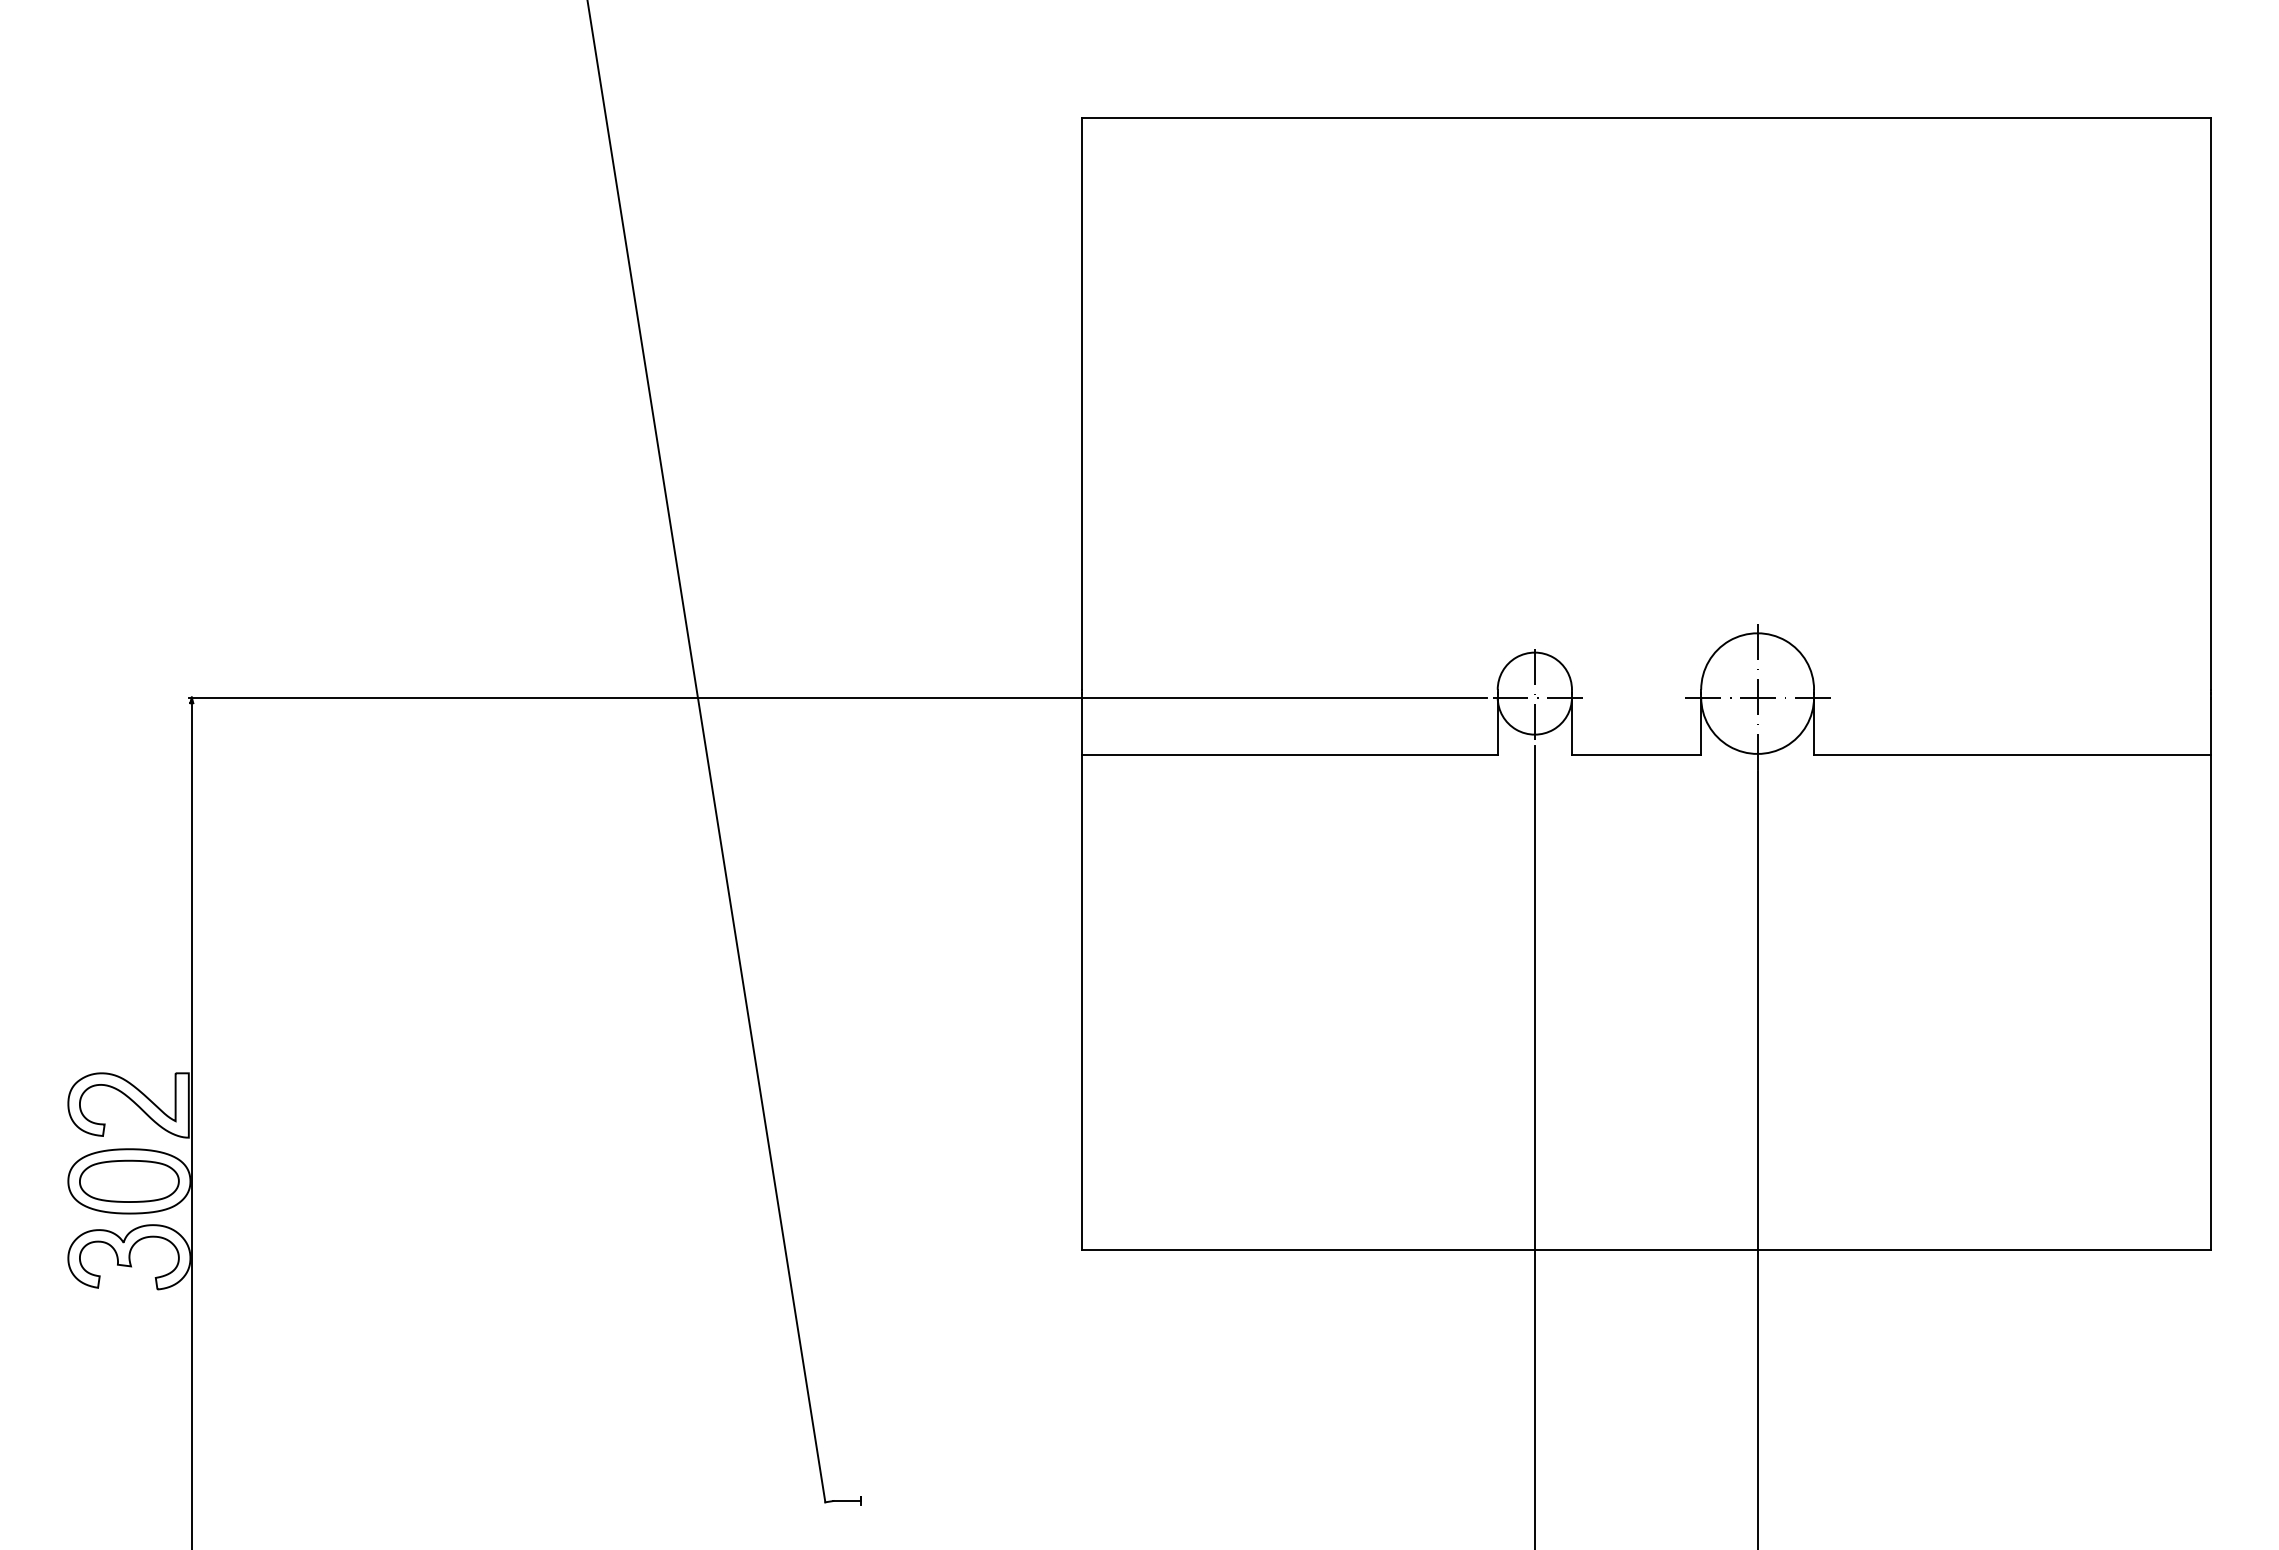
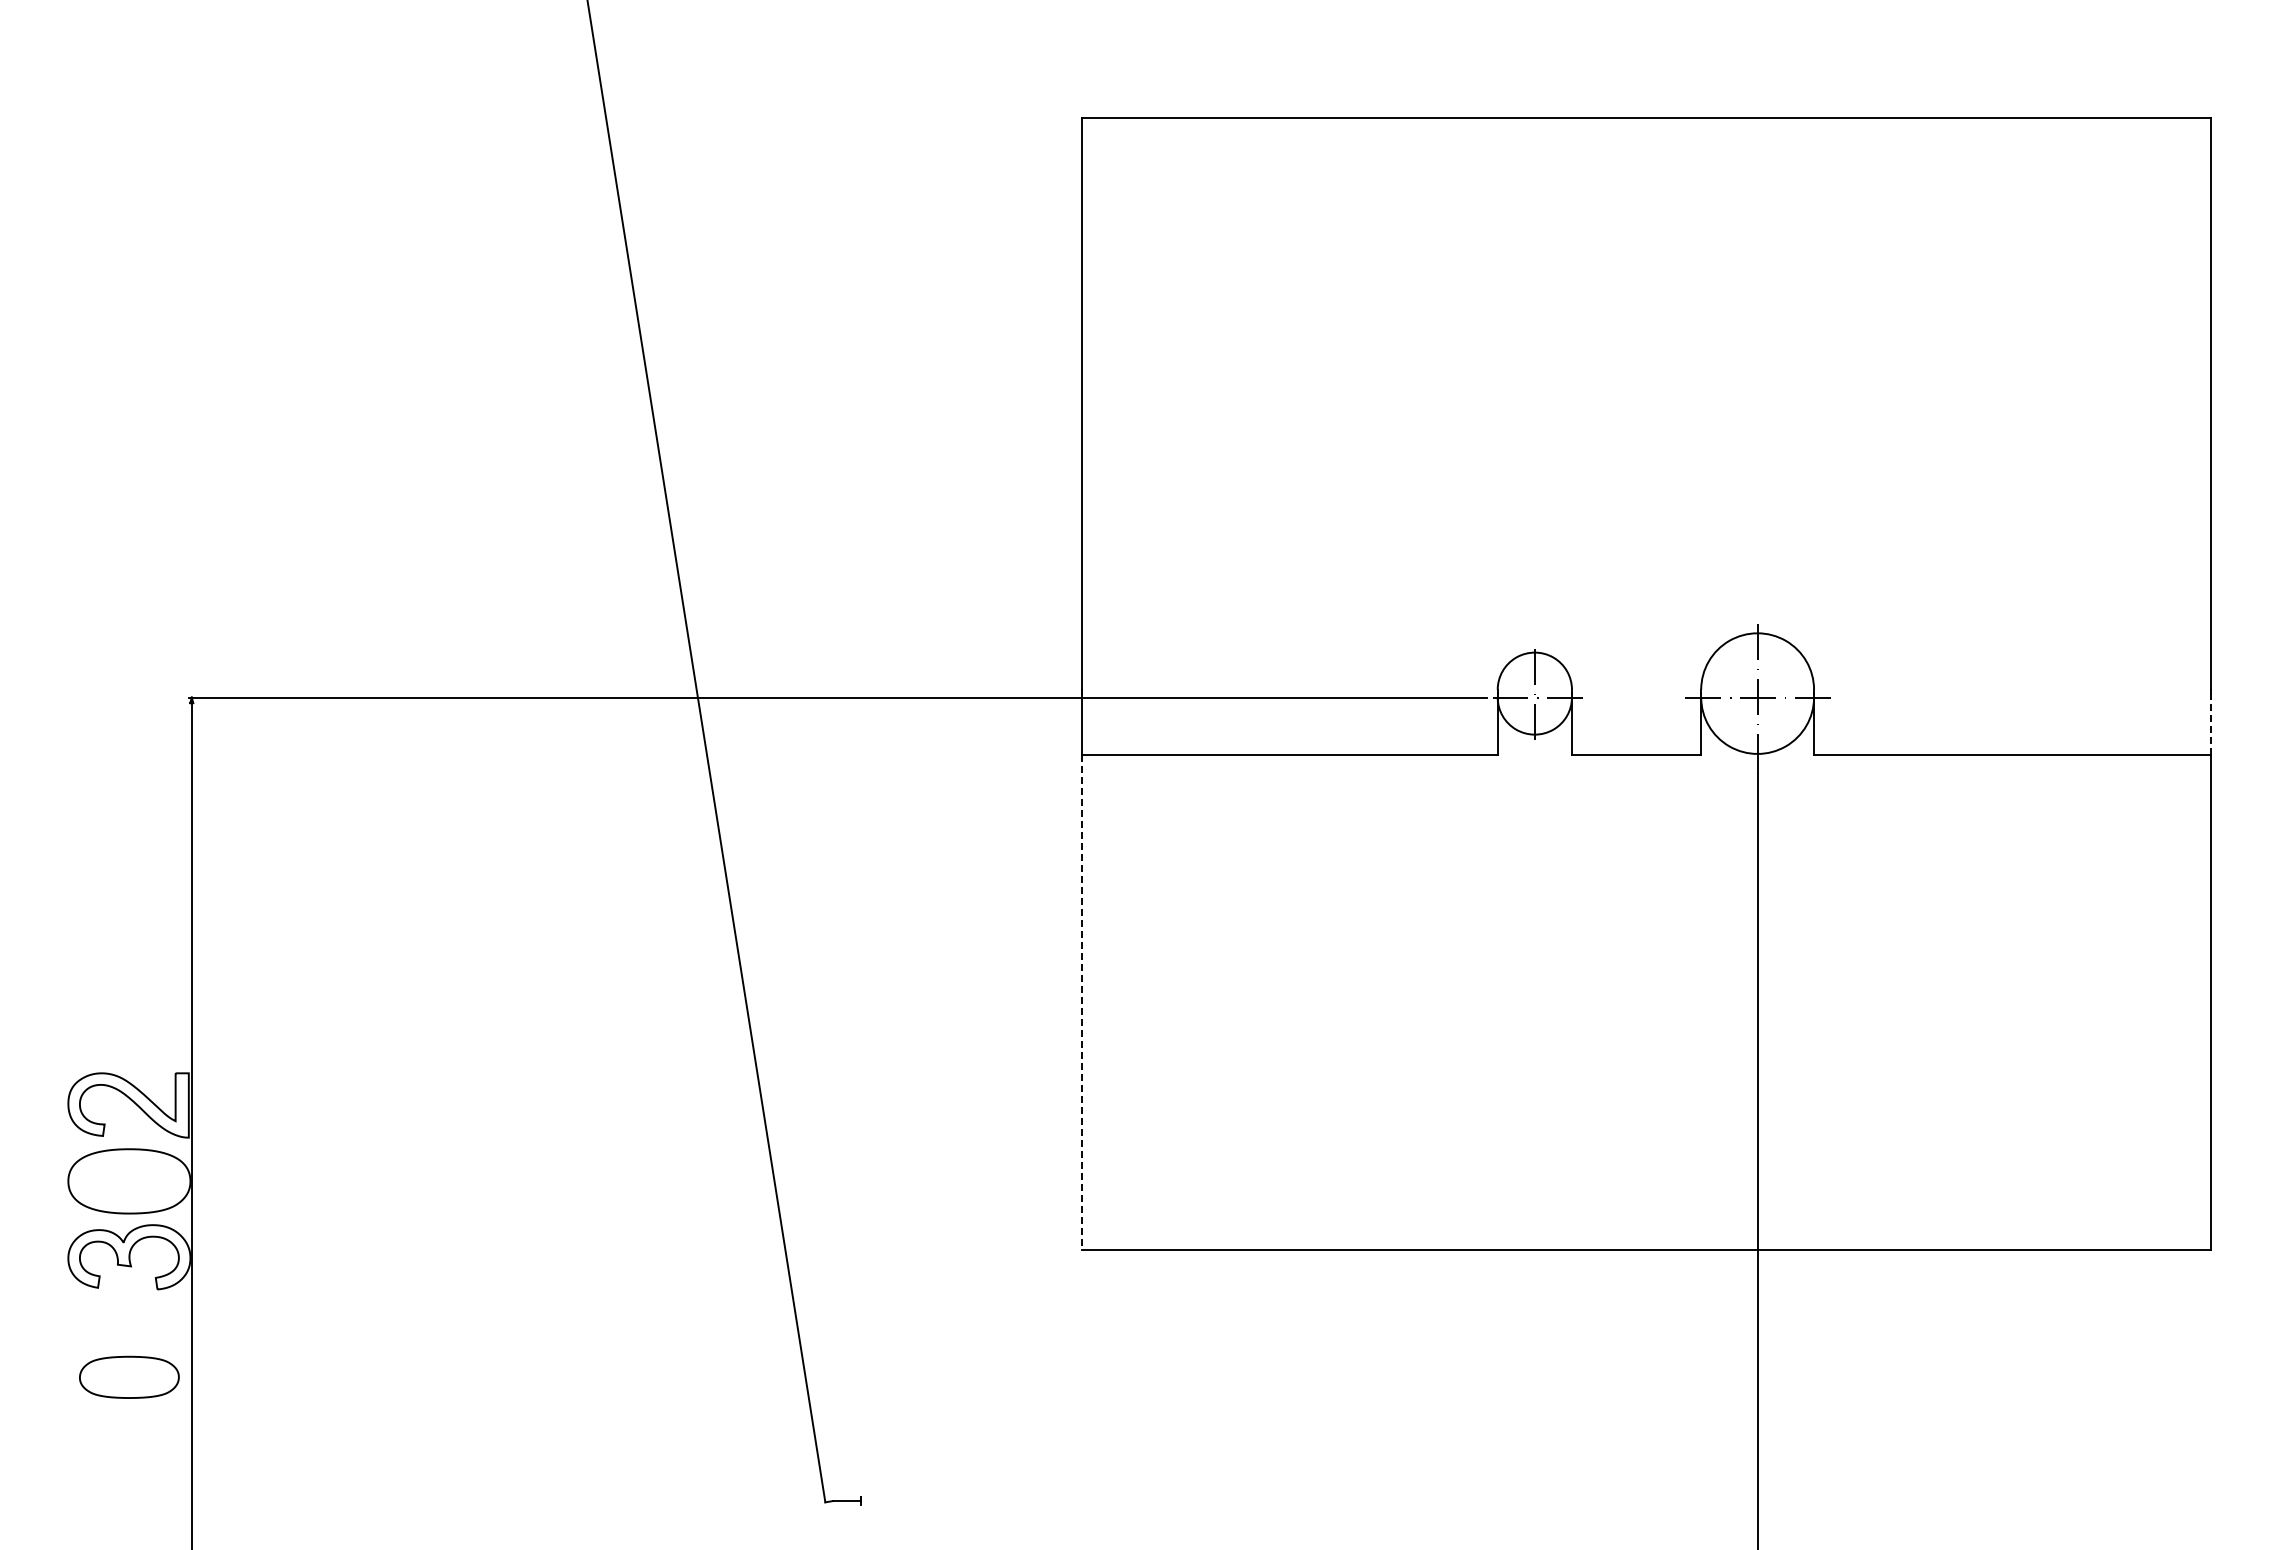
line at (2210, 726): solid -> dashed
line at (1081, 1003): solid -> dashed
line at (1534, 1145): present -> none
part at (129, 1180) position: (129, 1180) -> (129, 1376)
